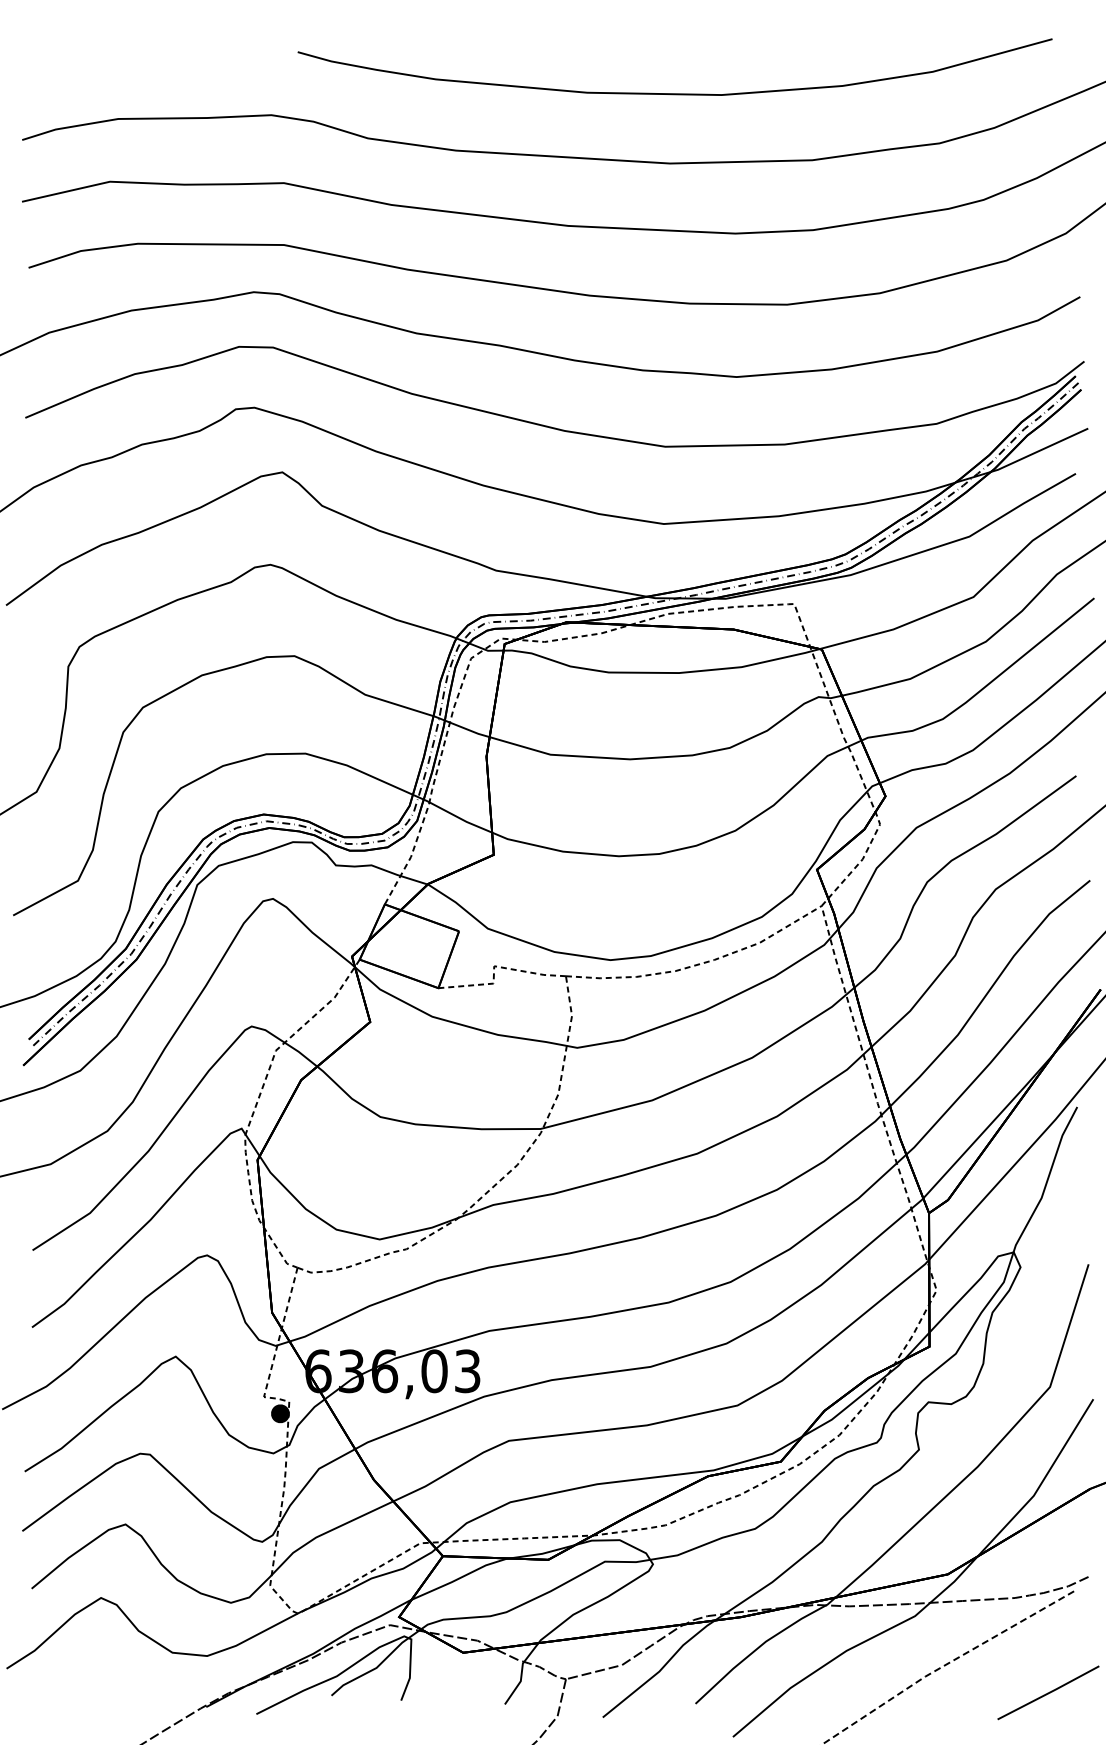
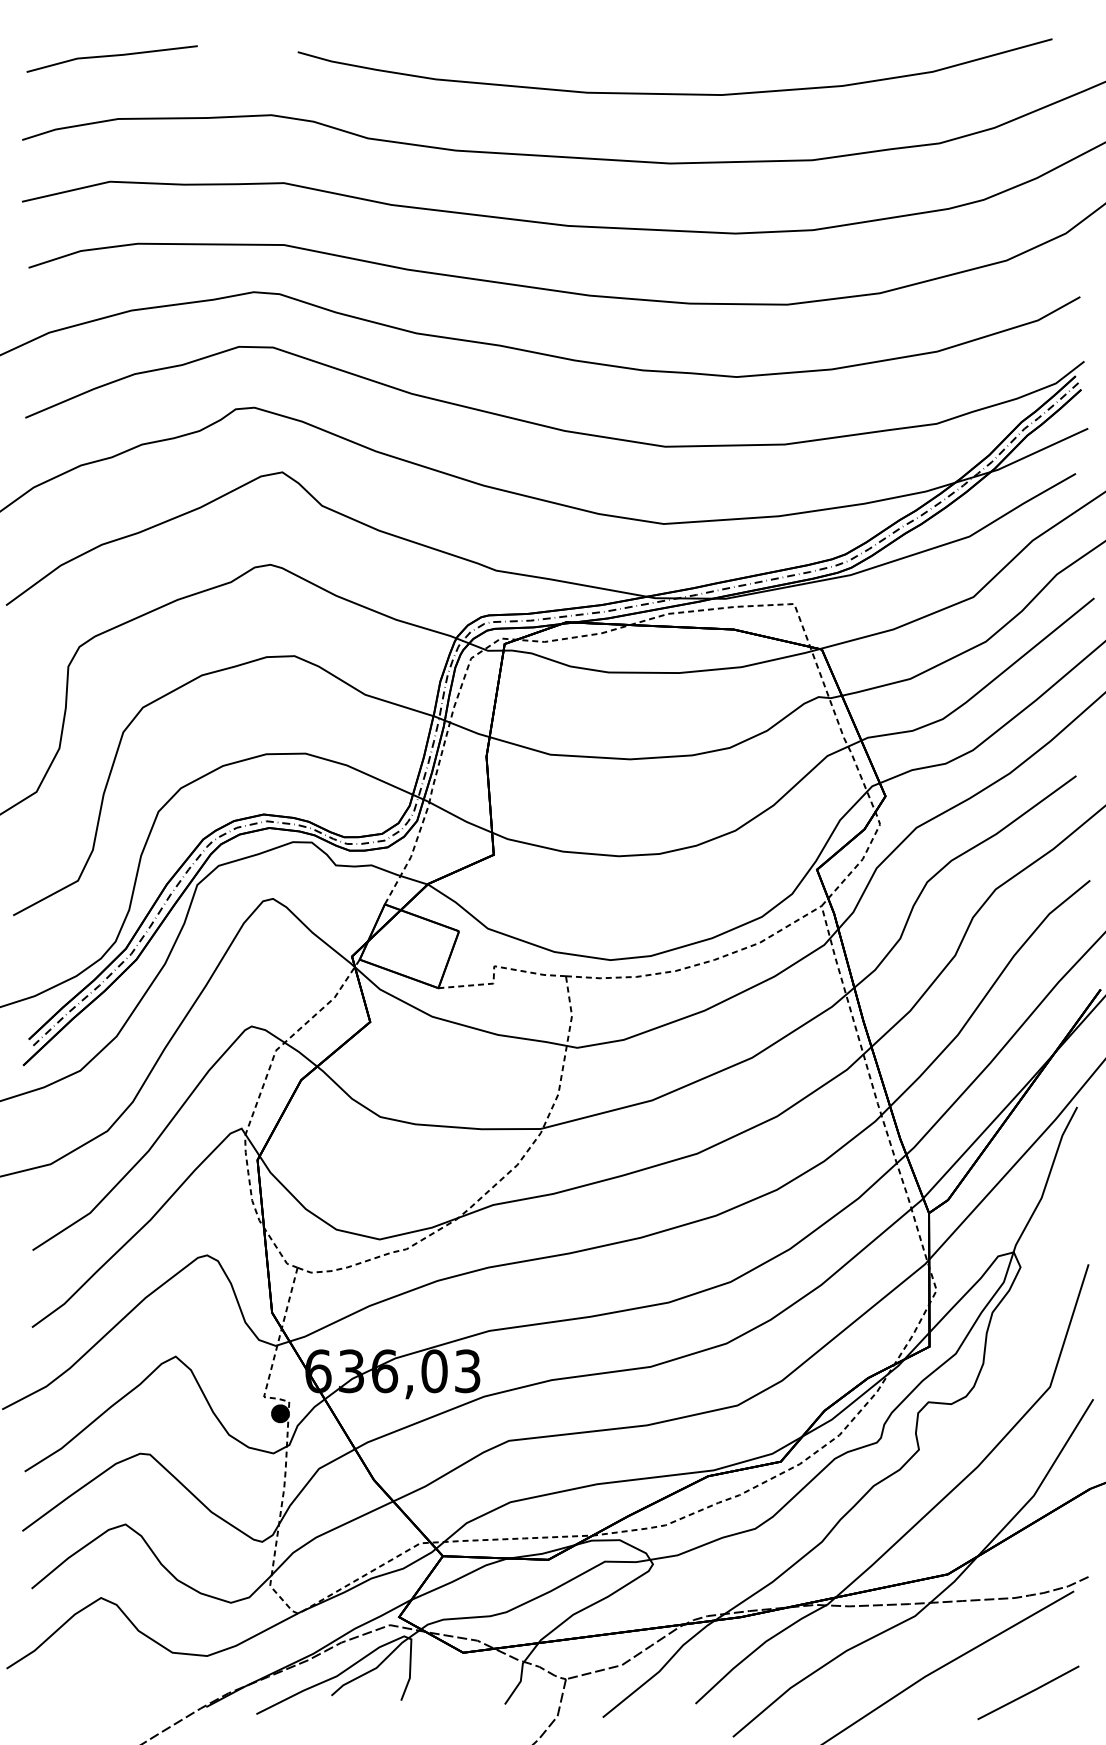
line at (111, 56): none -> present
line at (945, 1665): dashed -> solid
line at (1048, 1692) position: (1048, 1692) -> (1028, 1692)
